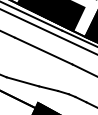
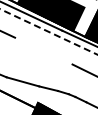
line at (49, 32): solid -> dashed
line at (43, 50): present -> none
